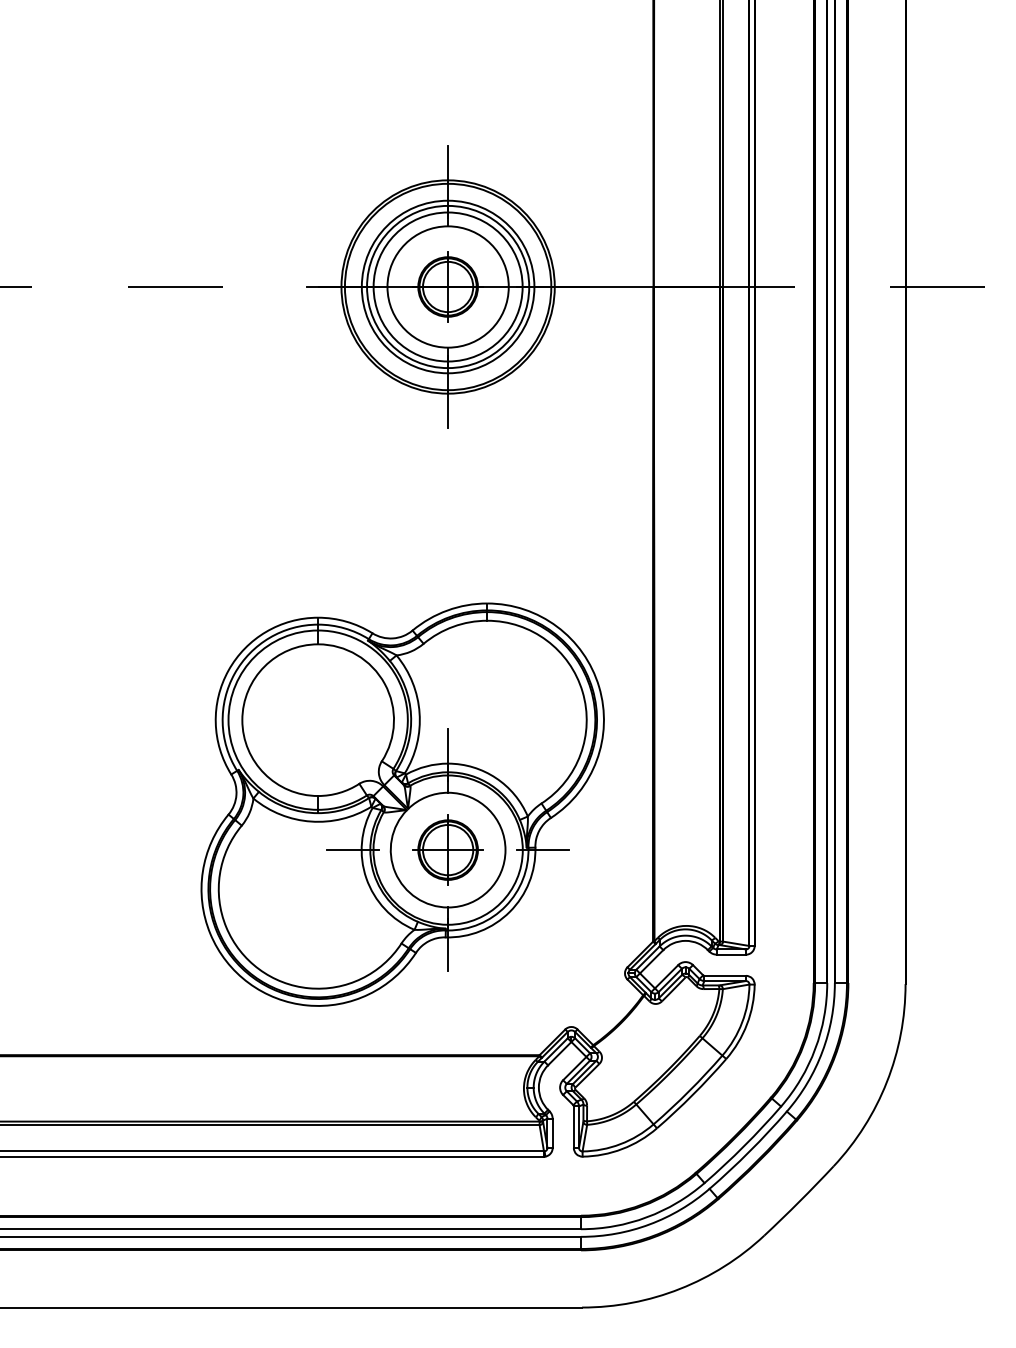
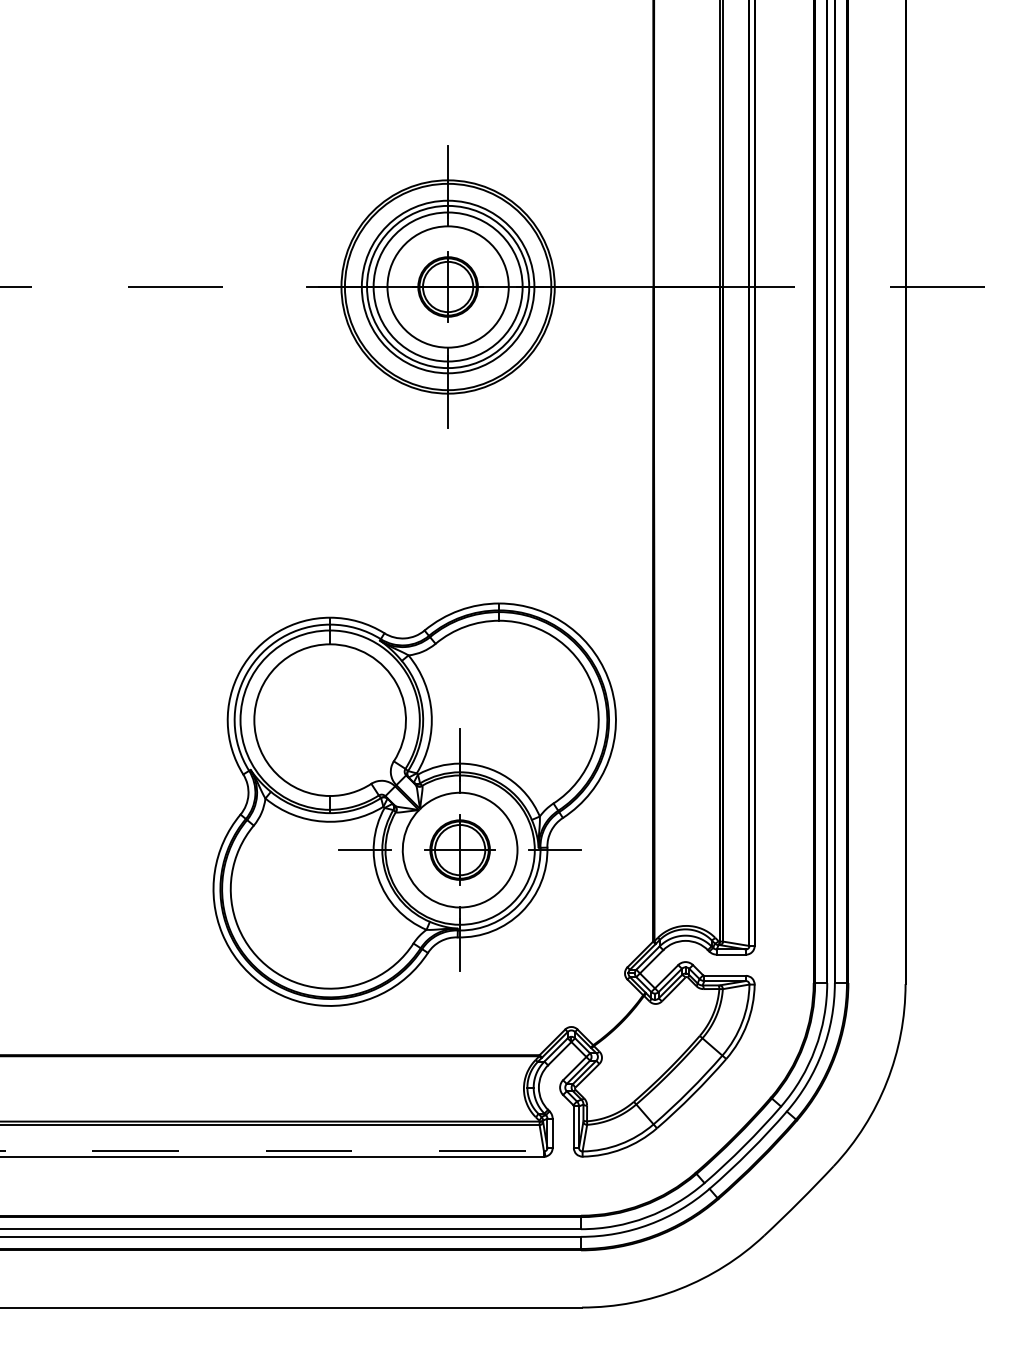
part at (402, 804) position: (402, 804) -> (414, 804)
line at (272, 1151): solid -> dashed
